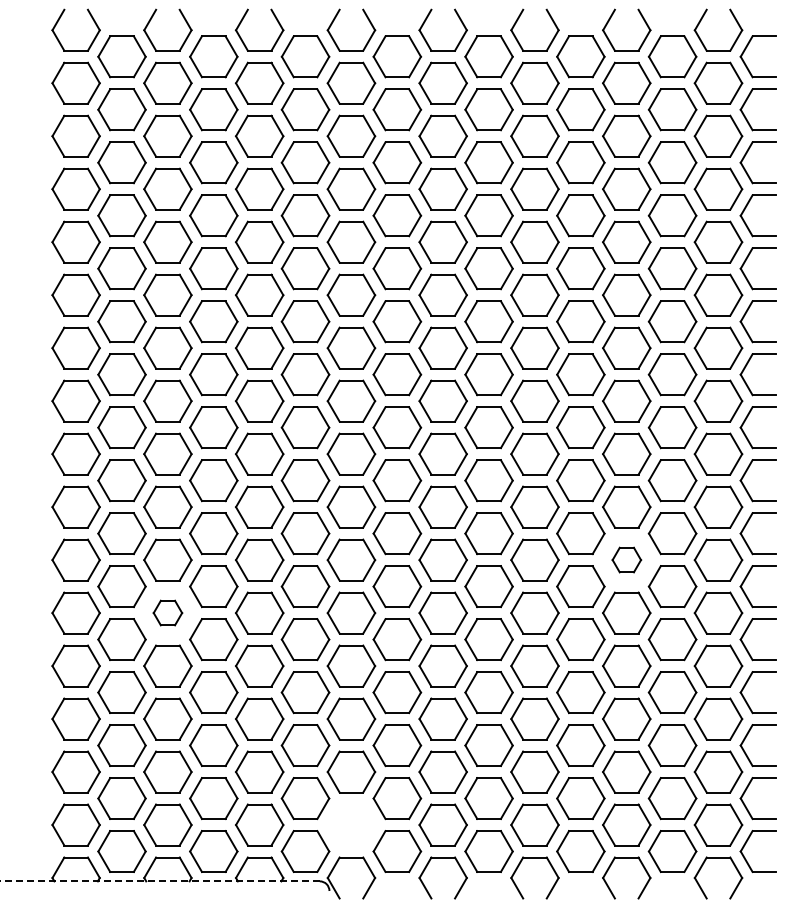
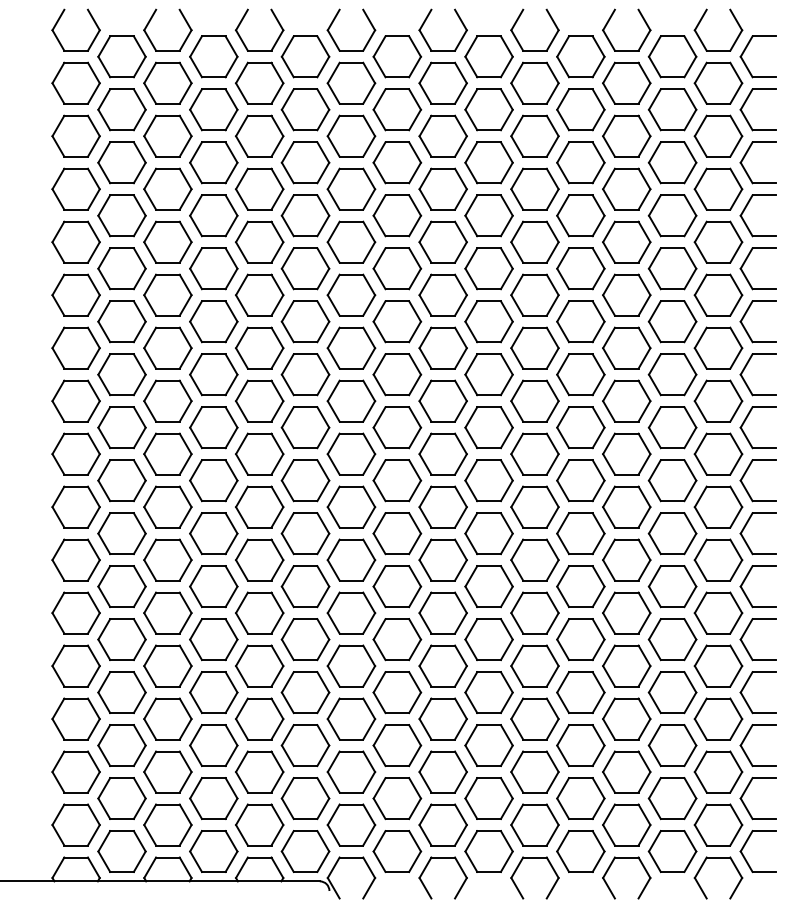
part at (626, 559) size: 32x28 px -> 50x44 px
part at (167, 612) size: 32x28 px -> 50x44 px
part at (351, 824): none -> present
line at (160, 881): dashed -> solid
